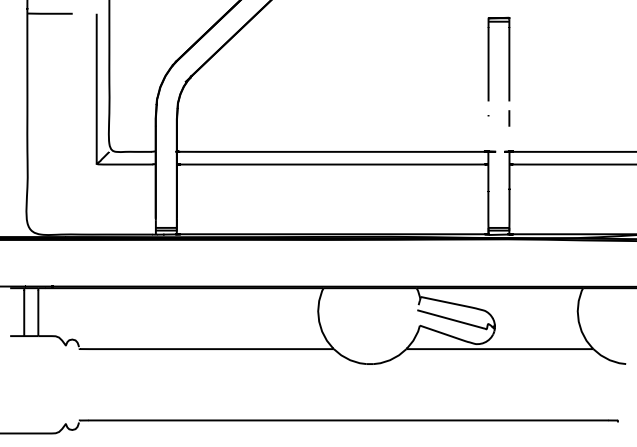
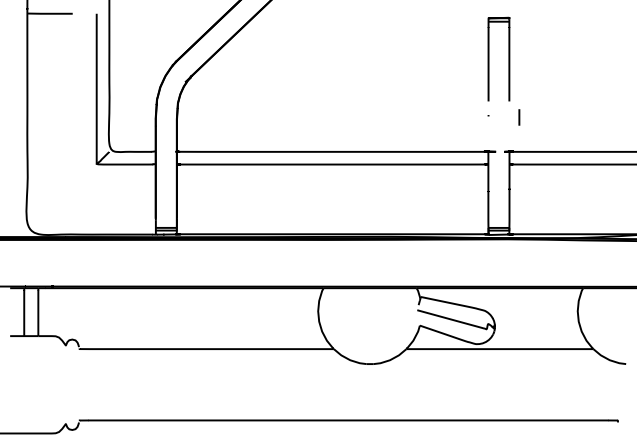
line at (509, 118) position: (509, 118) -> (519, 117)
